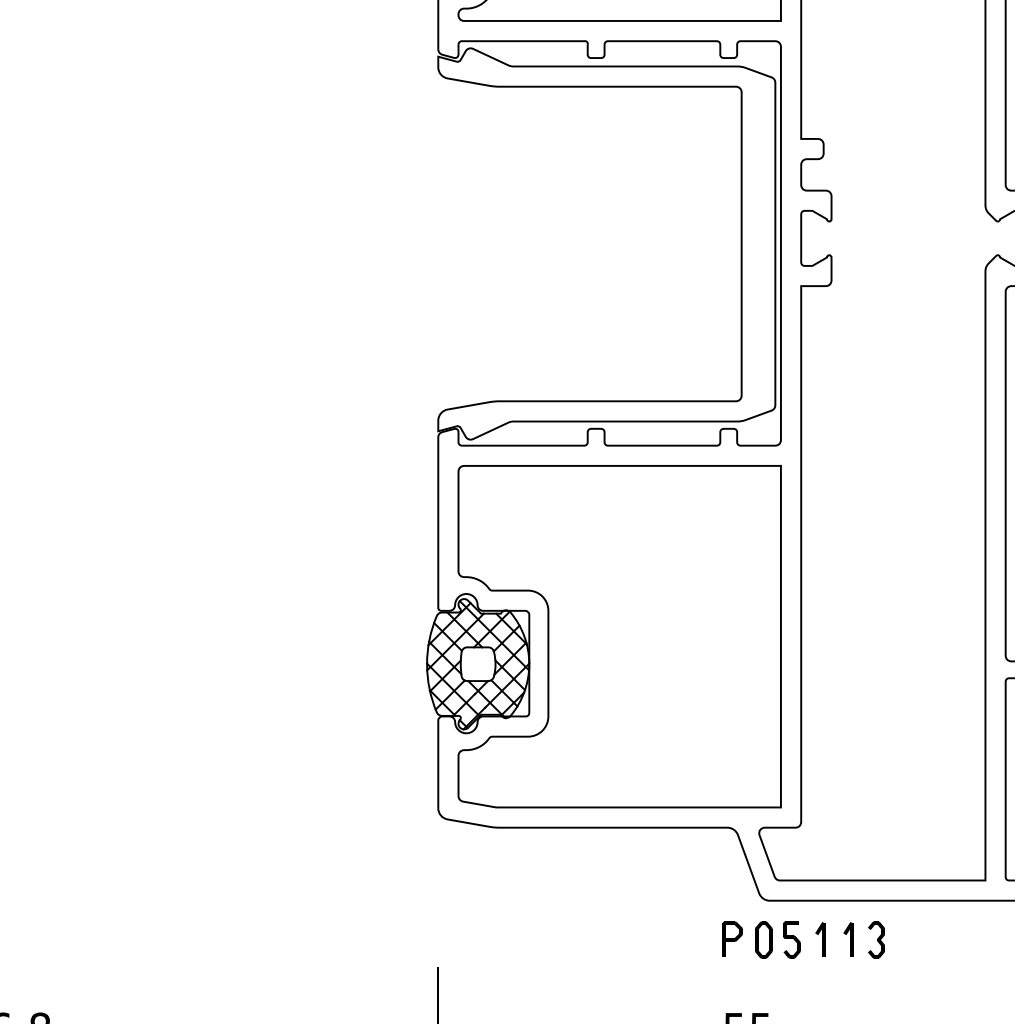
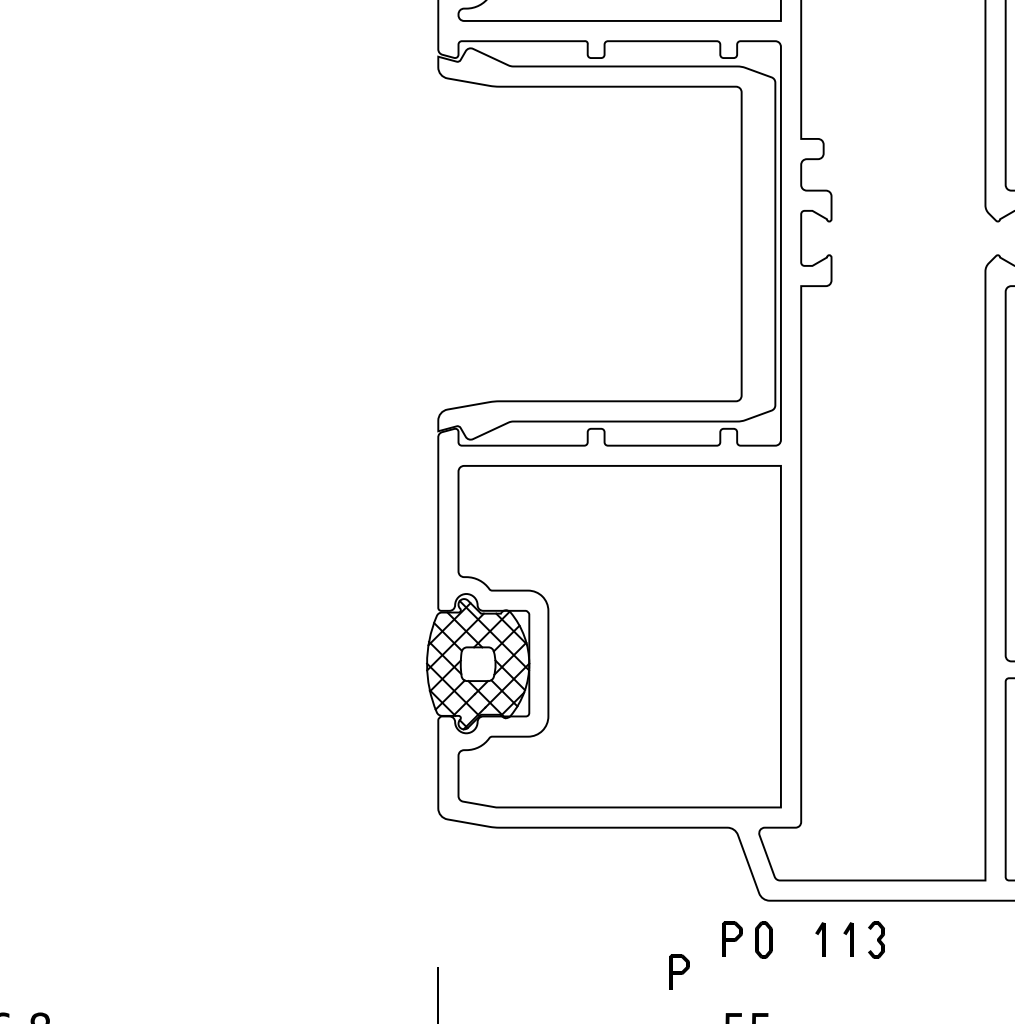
part at (791, 939): present -> none
part at (679, 971): none -> present
